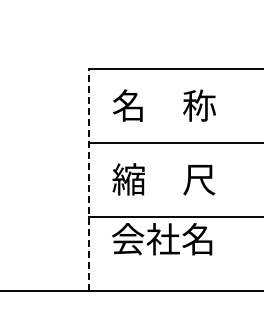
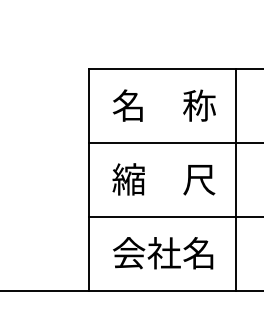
line at (88, 179): dashed -> solid
line at (236, 179): none -> present
text at (162, 239) position: (162, 239) -> (163, 253)
